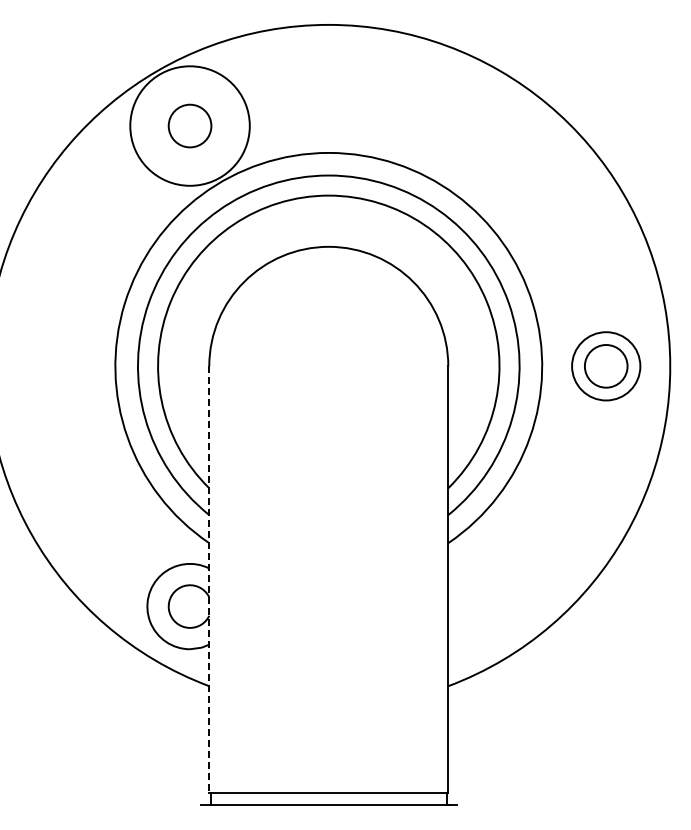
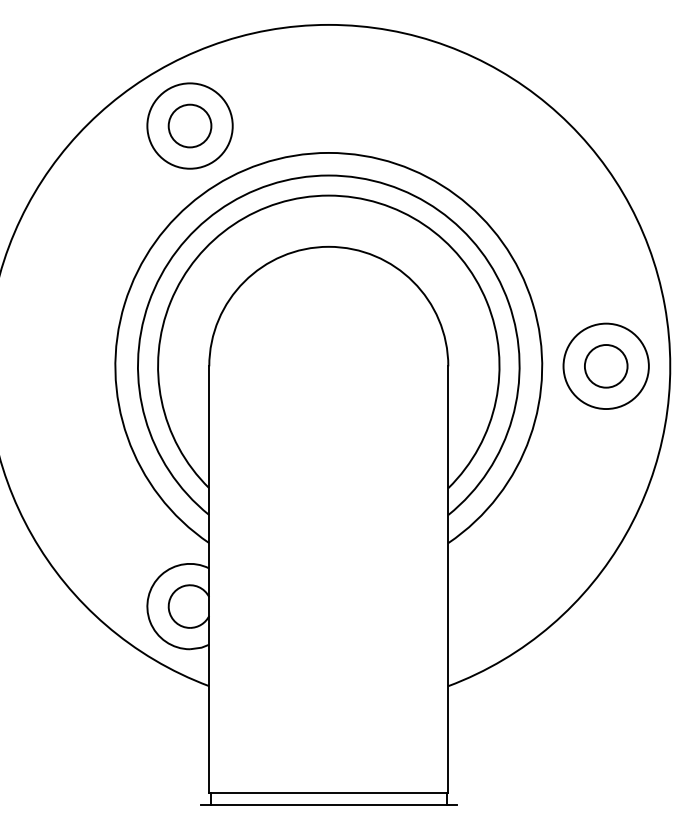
circle at (189, 125) diameter: 120 px -> 85 px
circle at (606, 366) diameter: 68 px -> 85 px
line at (209, 580): dashed -> solid
